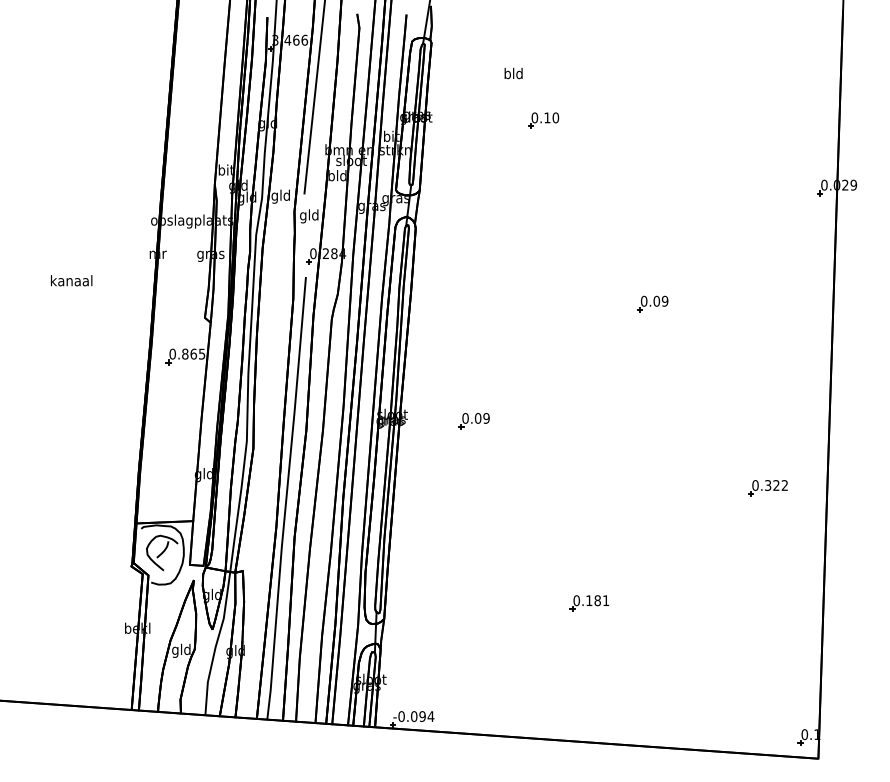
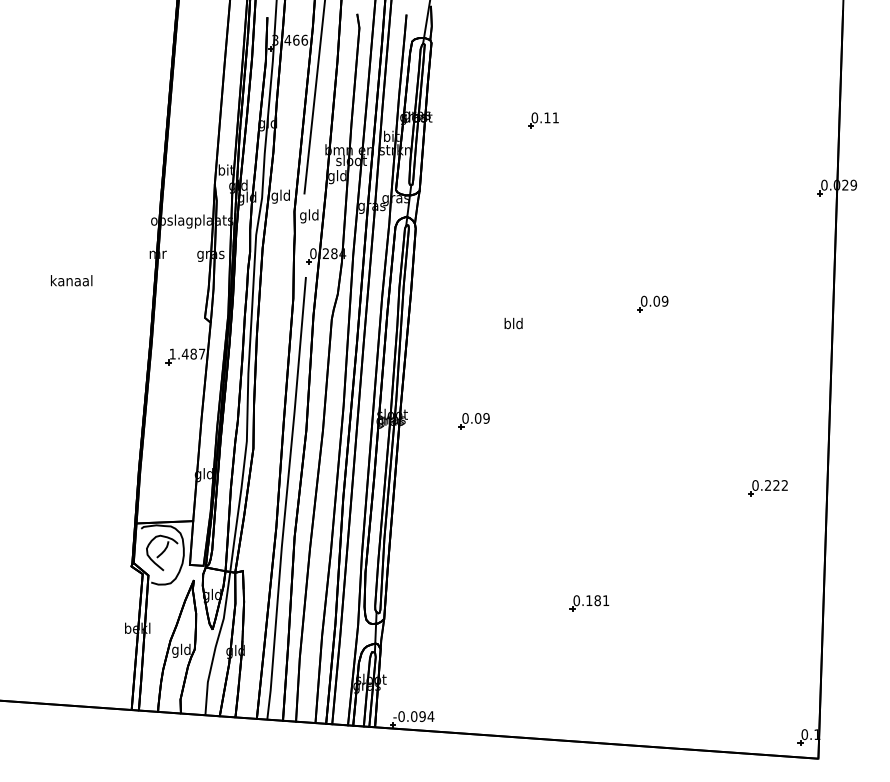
text at (513, 73) position: (513, 73) -> (513, 323)
text at (555, 117): 0.10 -> 0.11
text at (331, 177): bld -> gld
text at (187, 353): 0.865 -> 1.487
text at (768, 485): 0.322 -> 0.222
